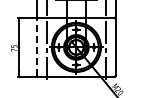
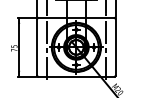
line at (37, 47): dashed -> solid
